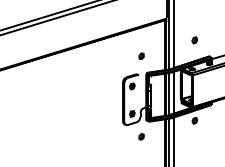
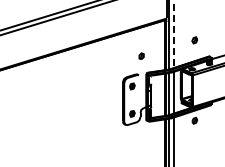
line at (173, 34): solid -> dashed
part at (141, 136): present -> none
